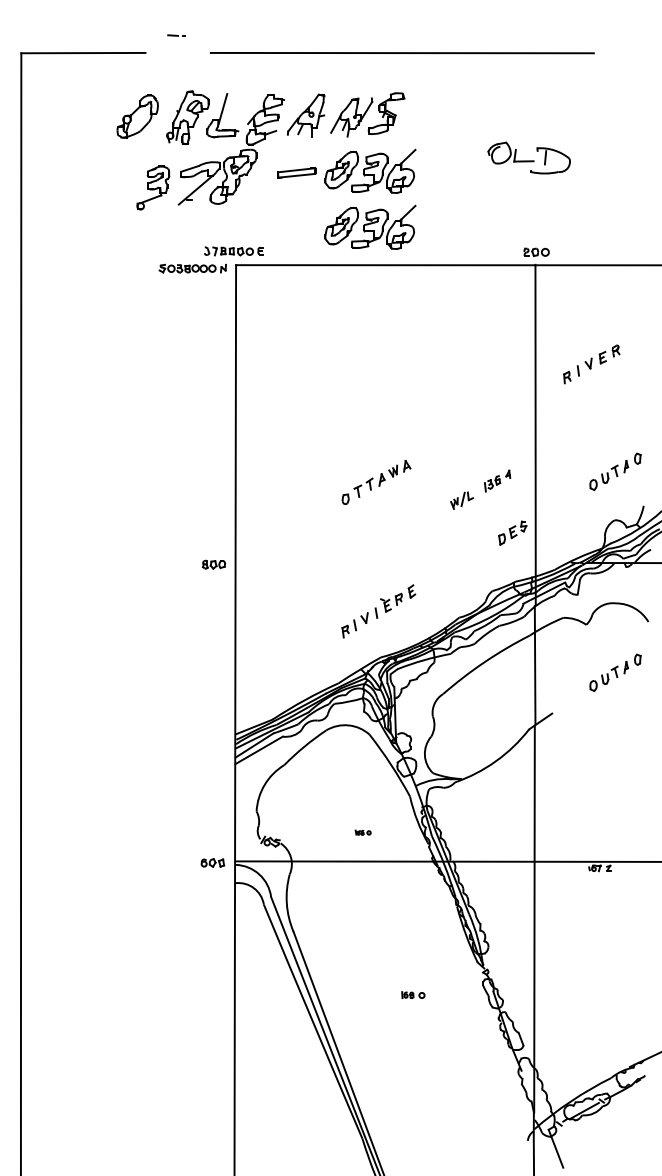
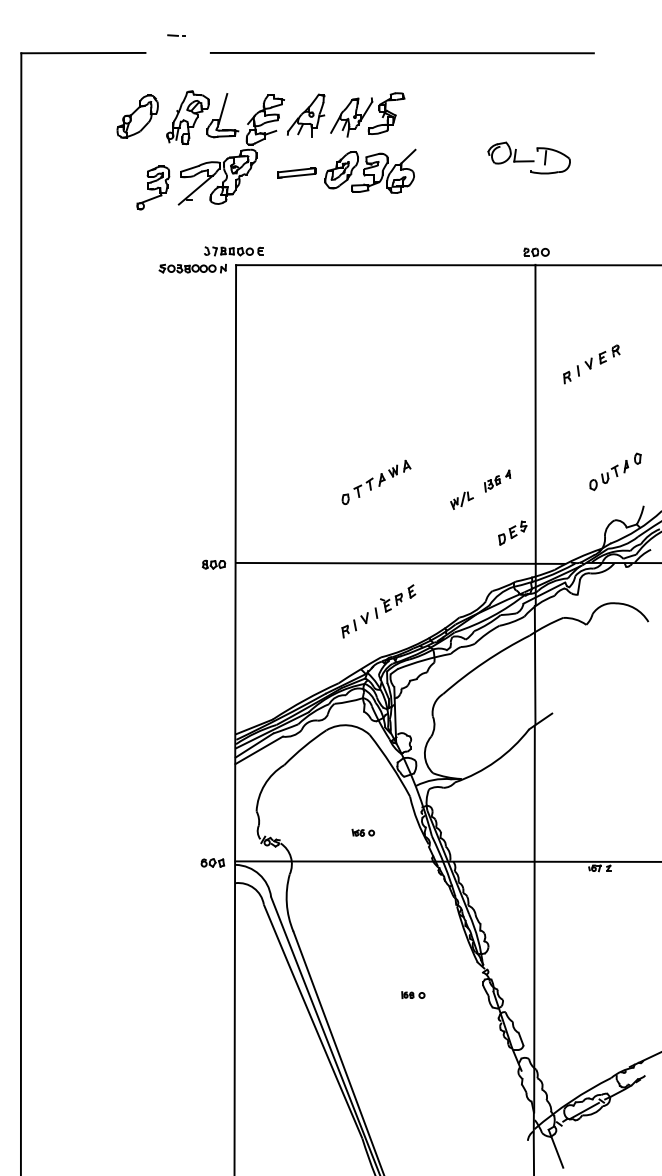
part at (370, 226): present -> none
line at (400, 562): none -> present
part at (615, 672): present -> none
part at (362, 832) size: 18x7 px -> 24x9 px
